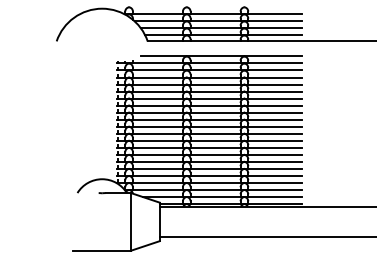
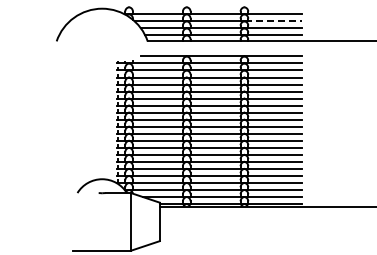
line at (273, 21): solid -> dashed
line at (266, 237): present -> none
